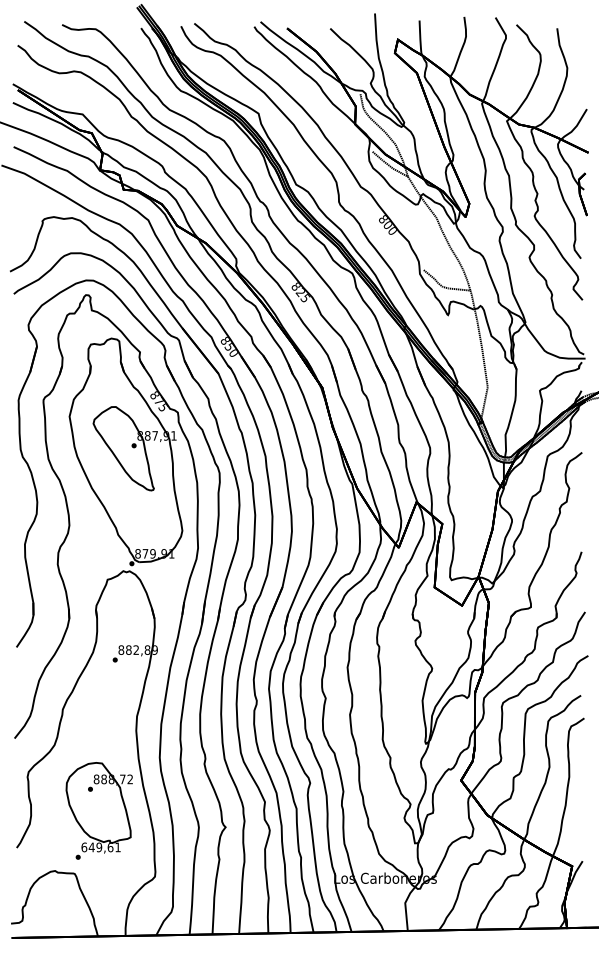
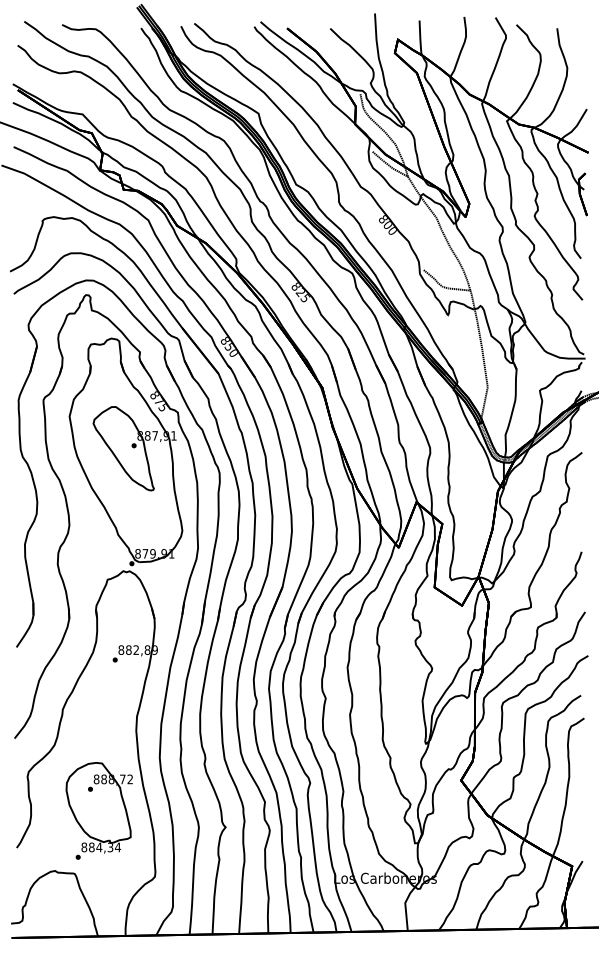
text at (101, 847): 649,61 -> 884,34
